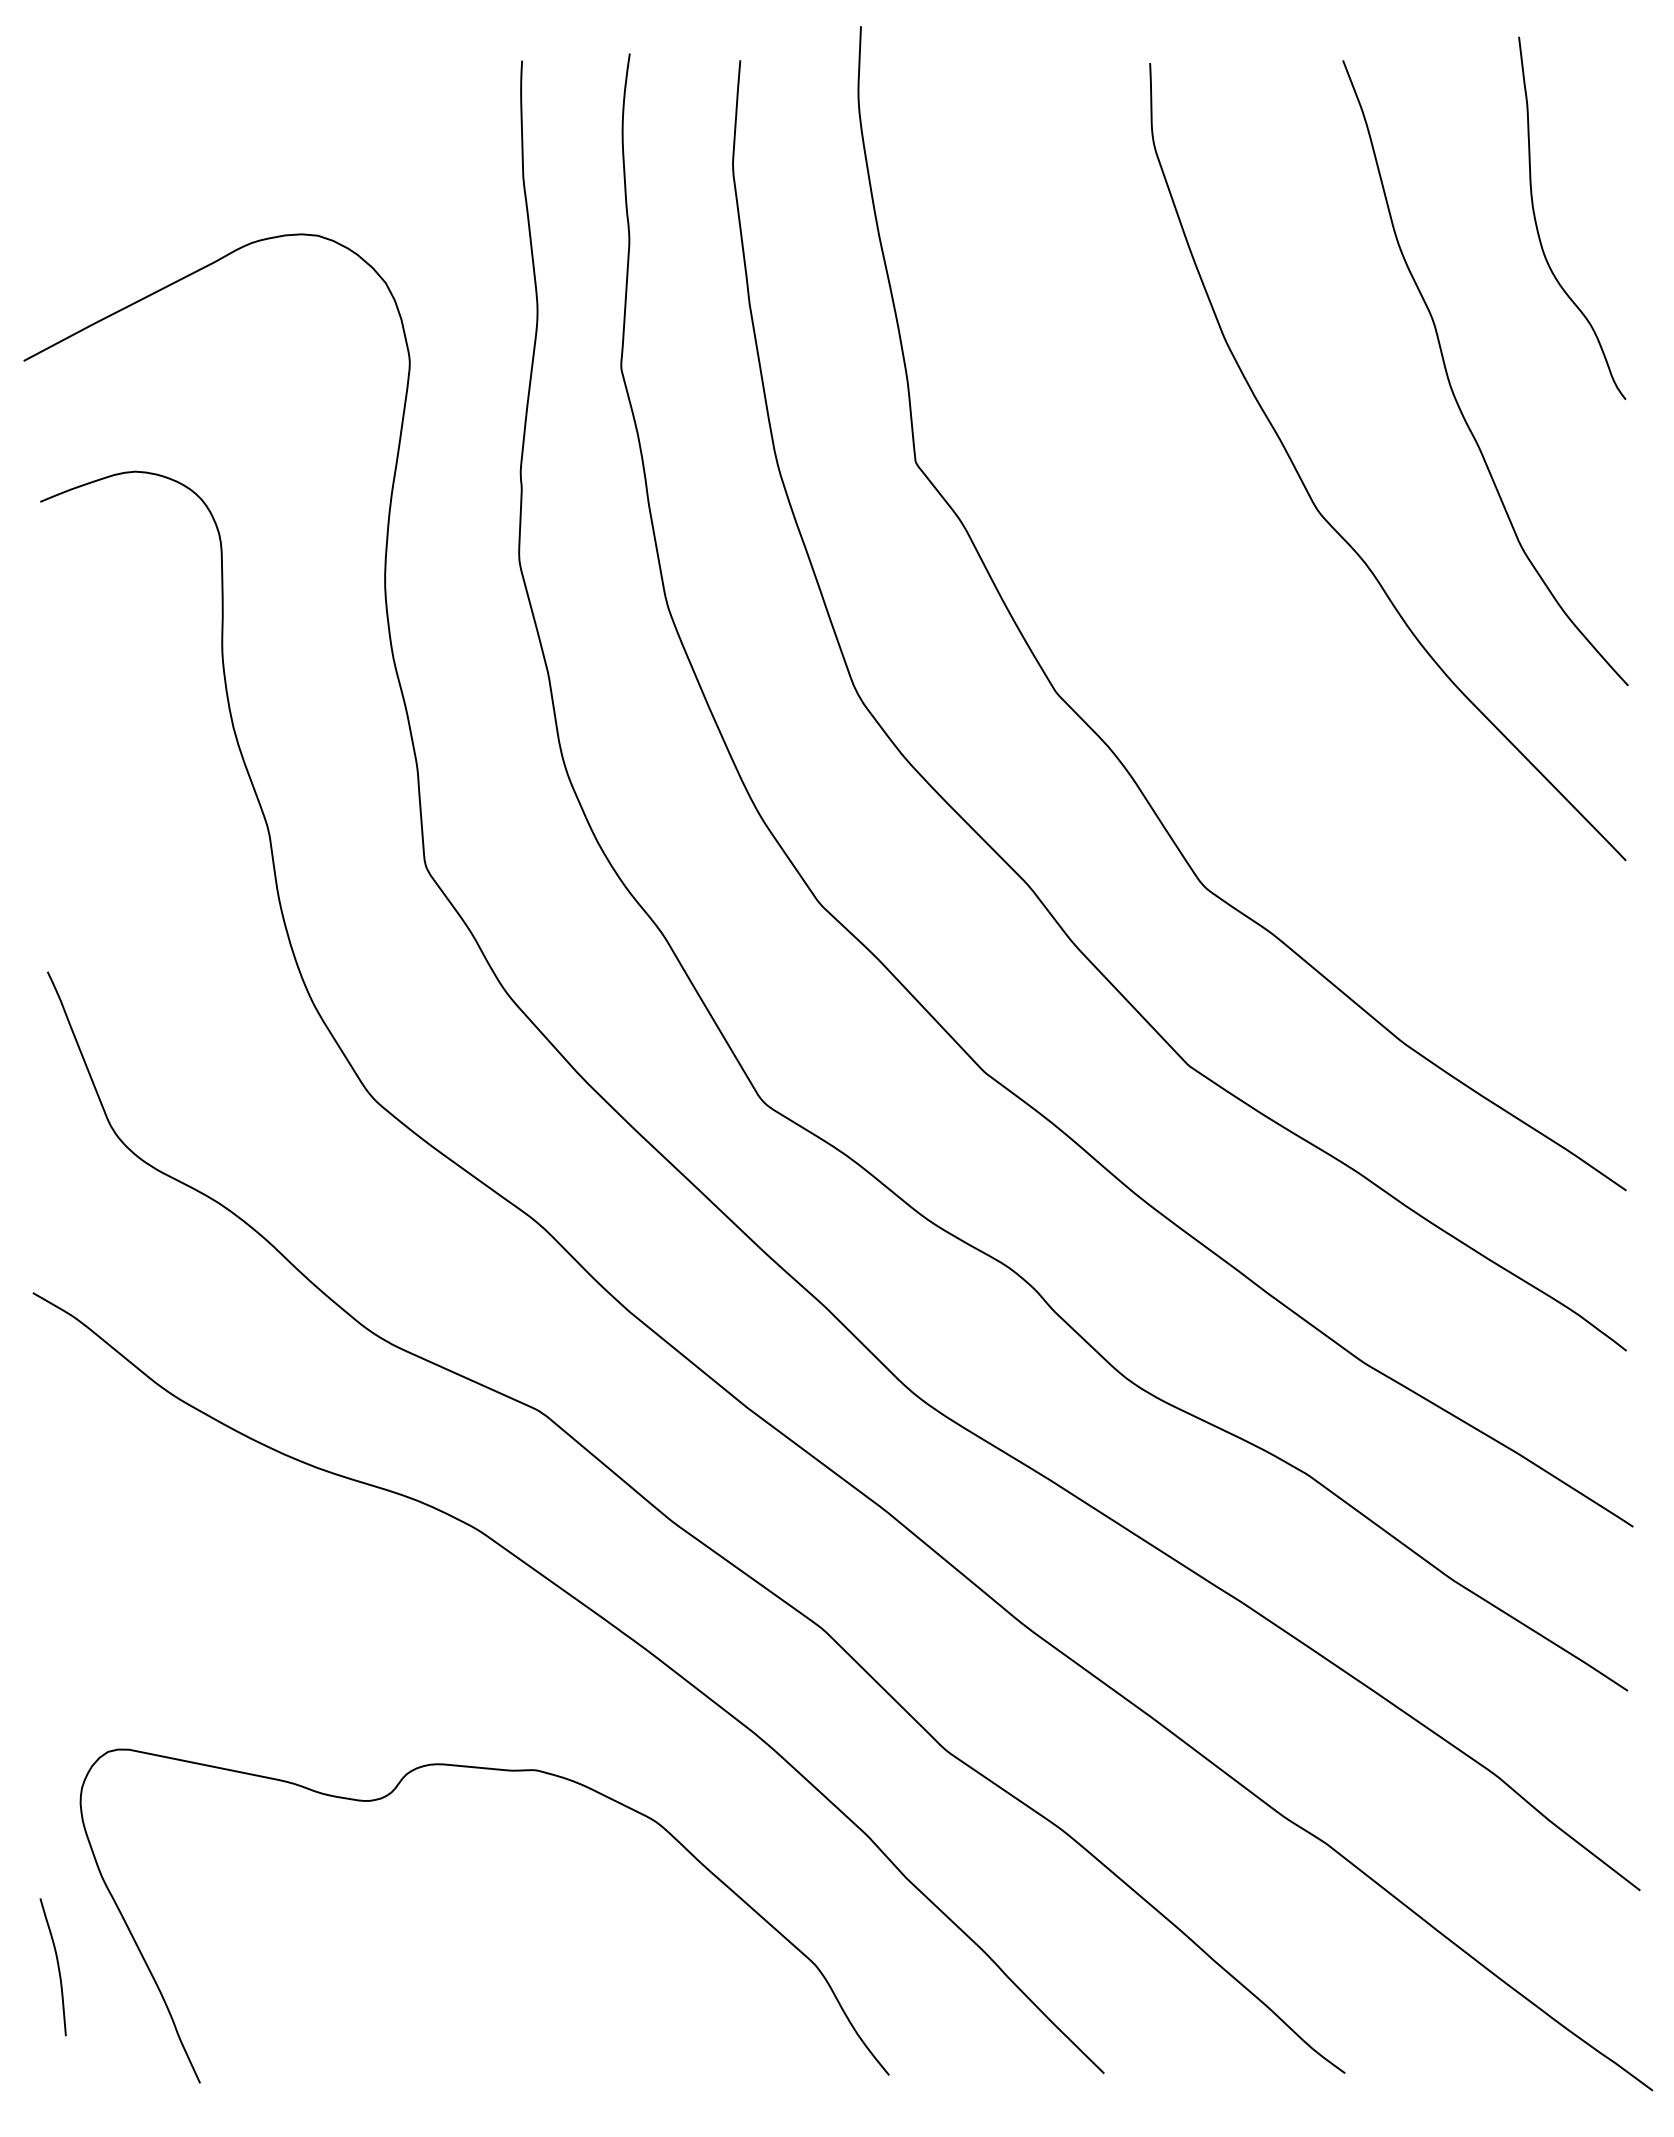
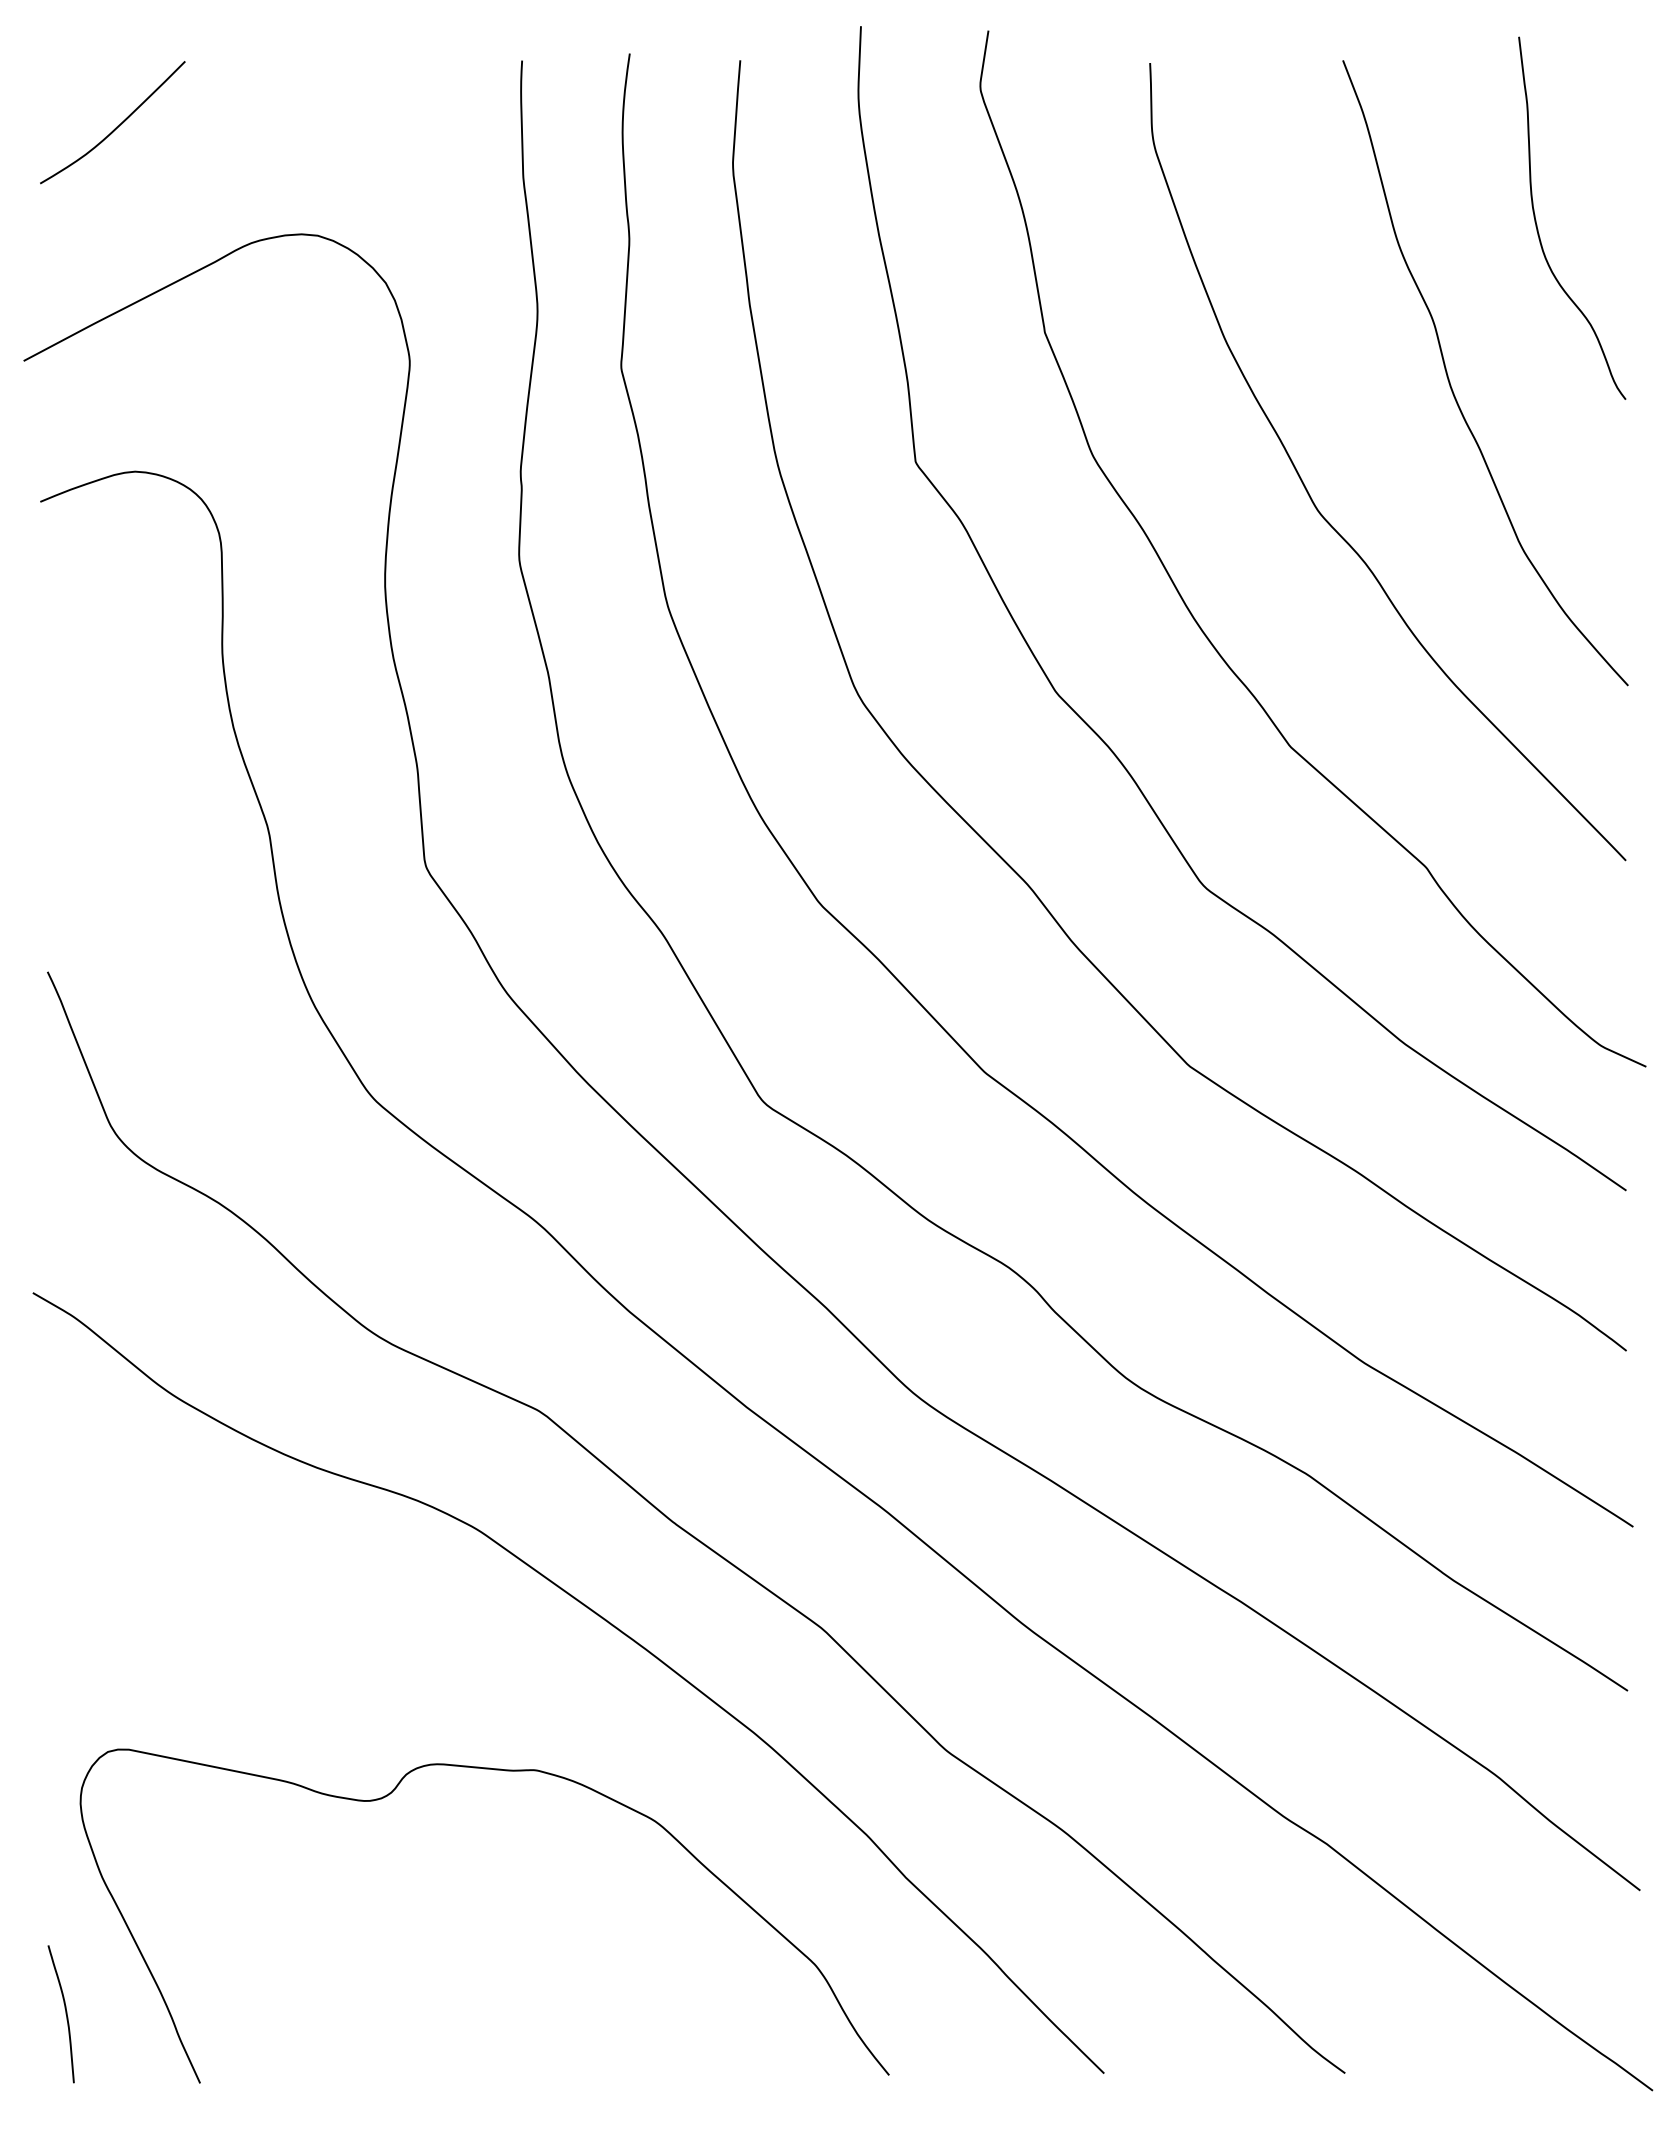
curve at (116, 126): none -> present
curve at (1199, 624): none -> present
curve at (57, 1967) position: (57, 1967) -> (65, 2014)
